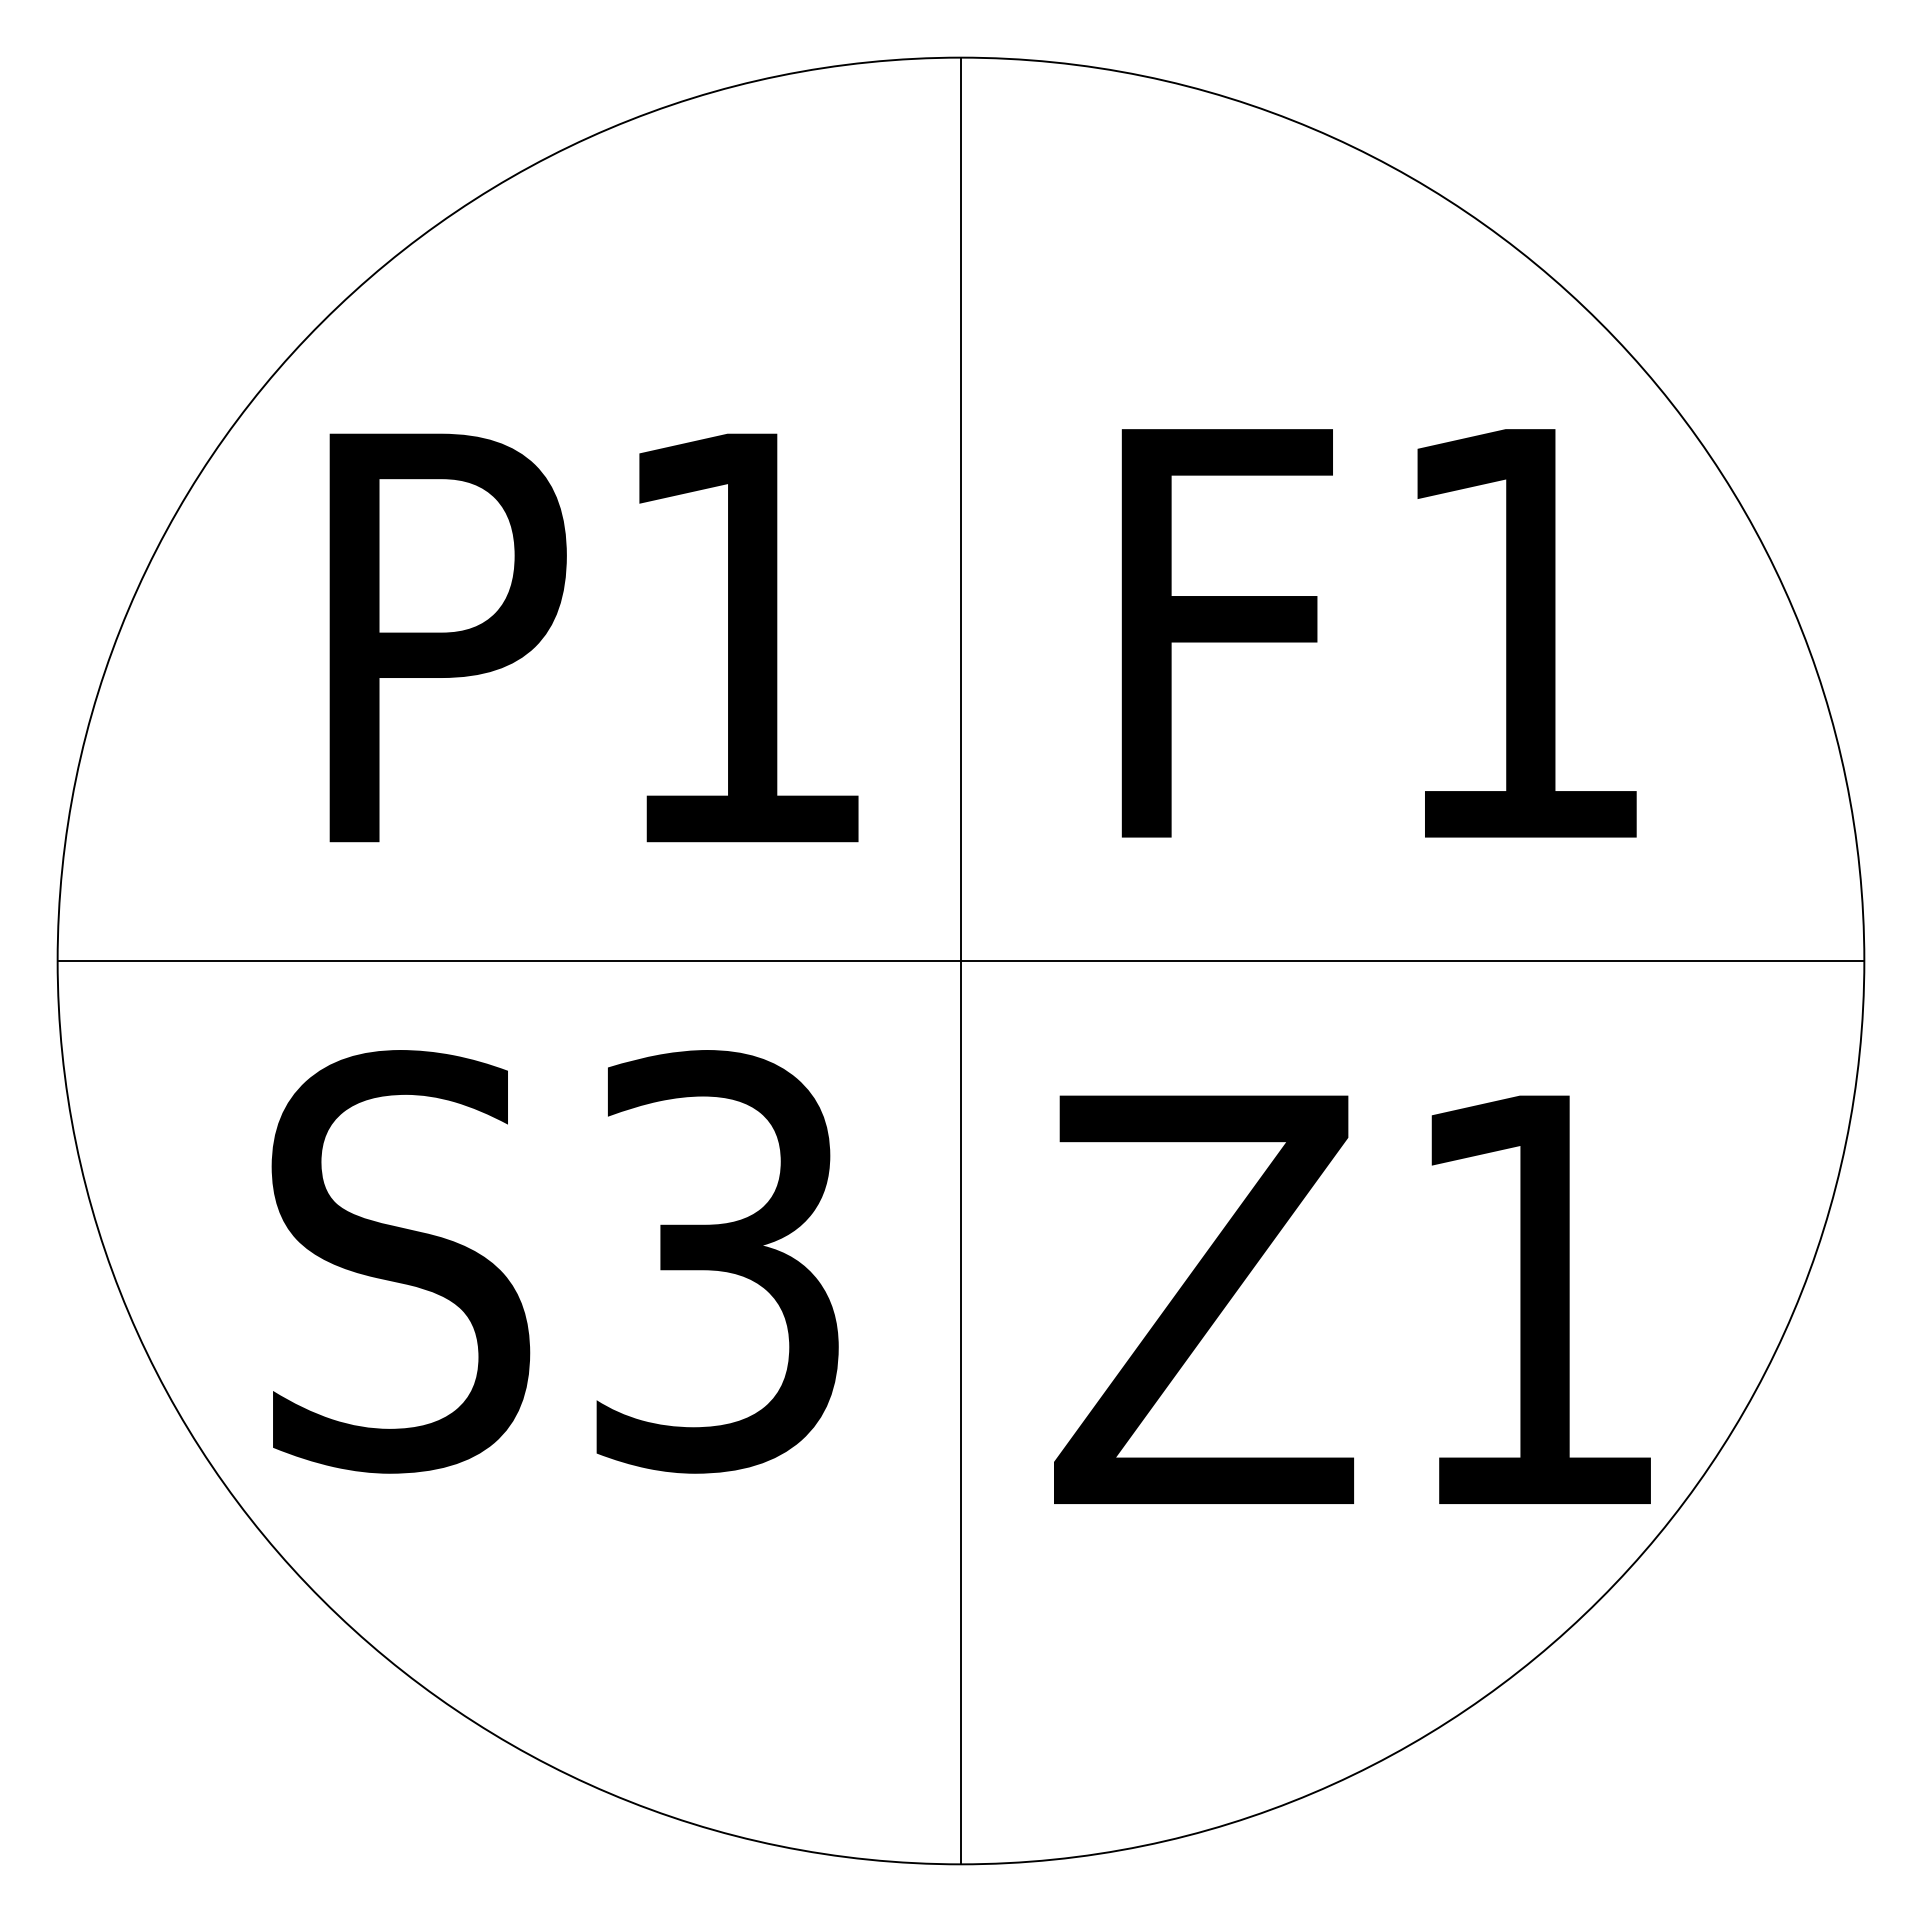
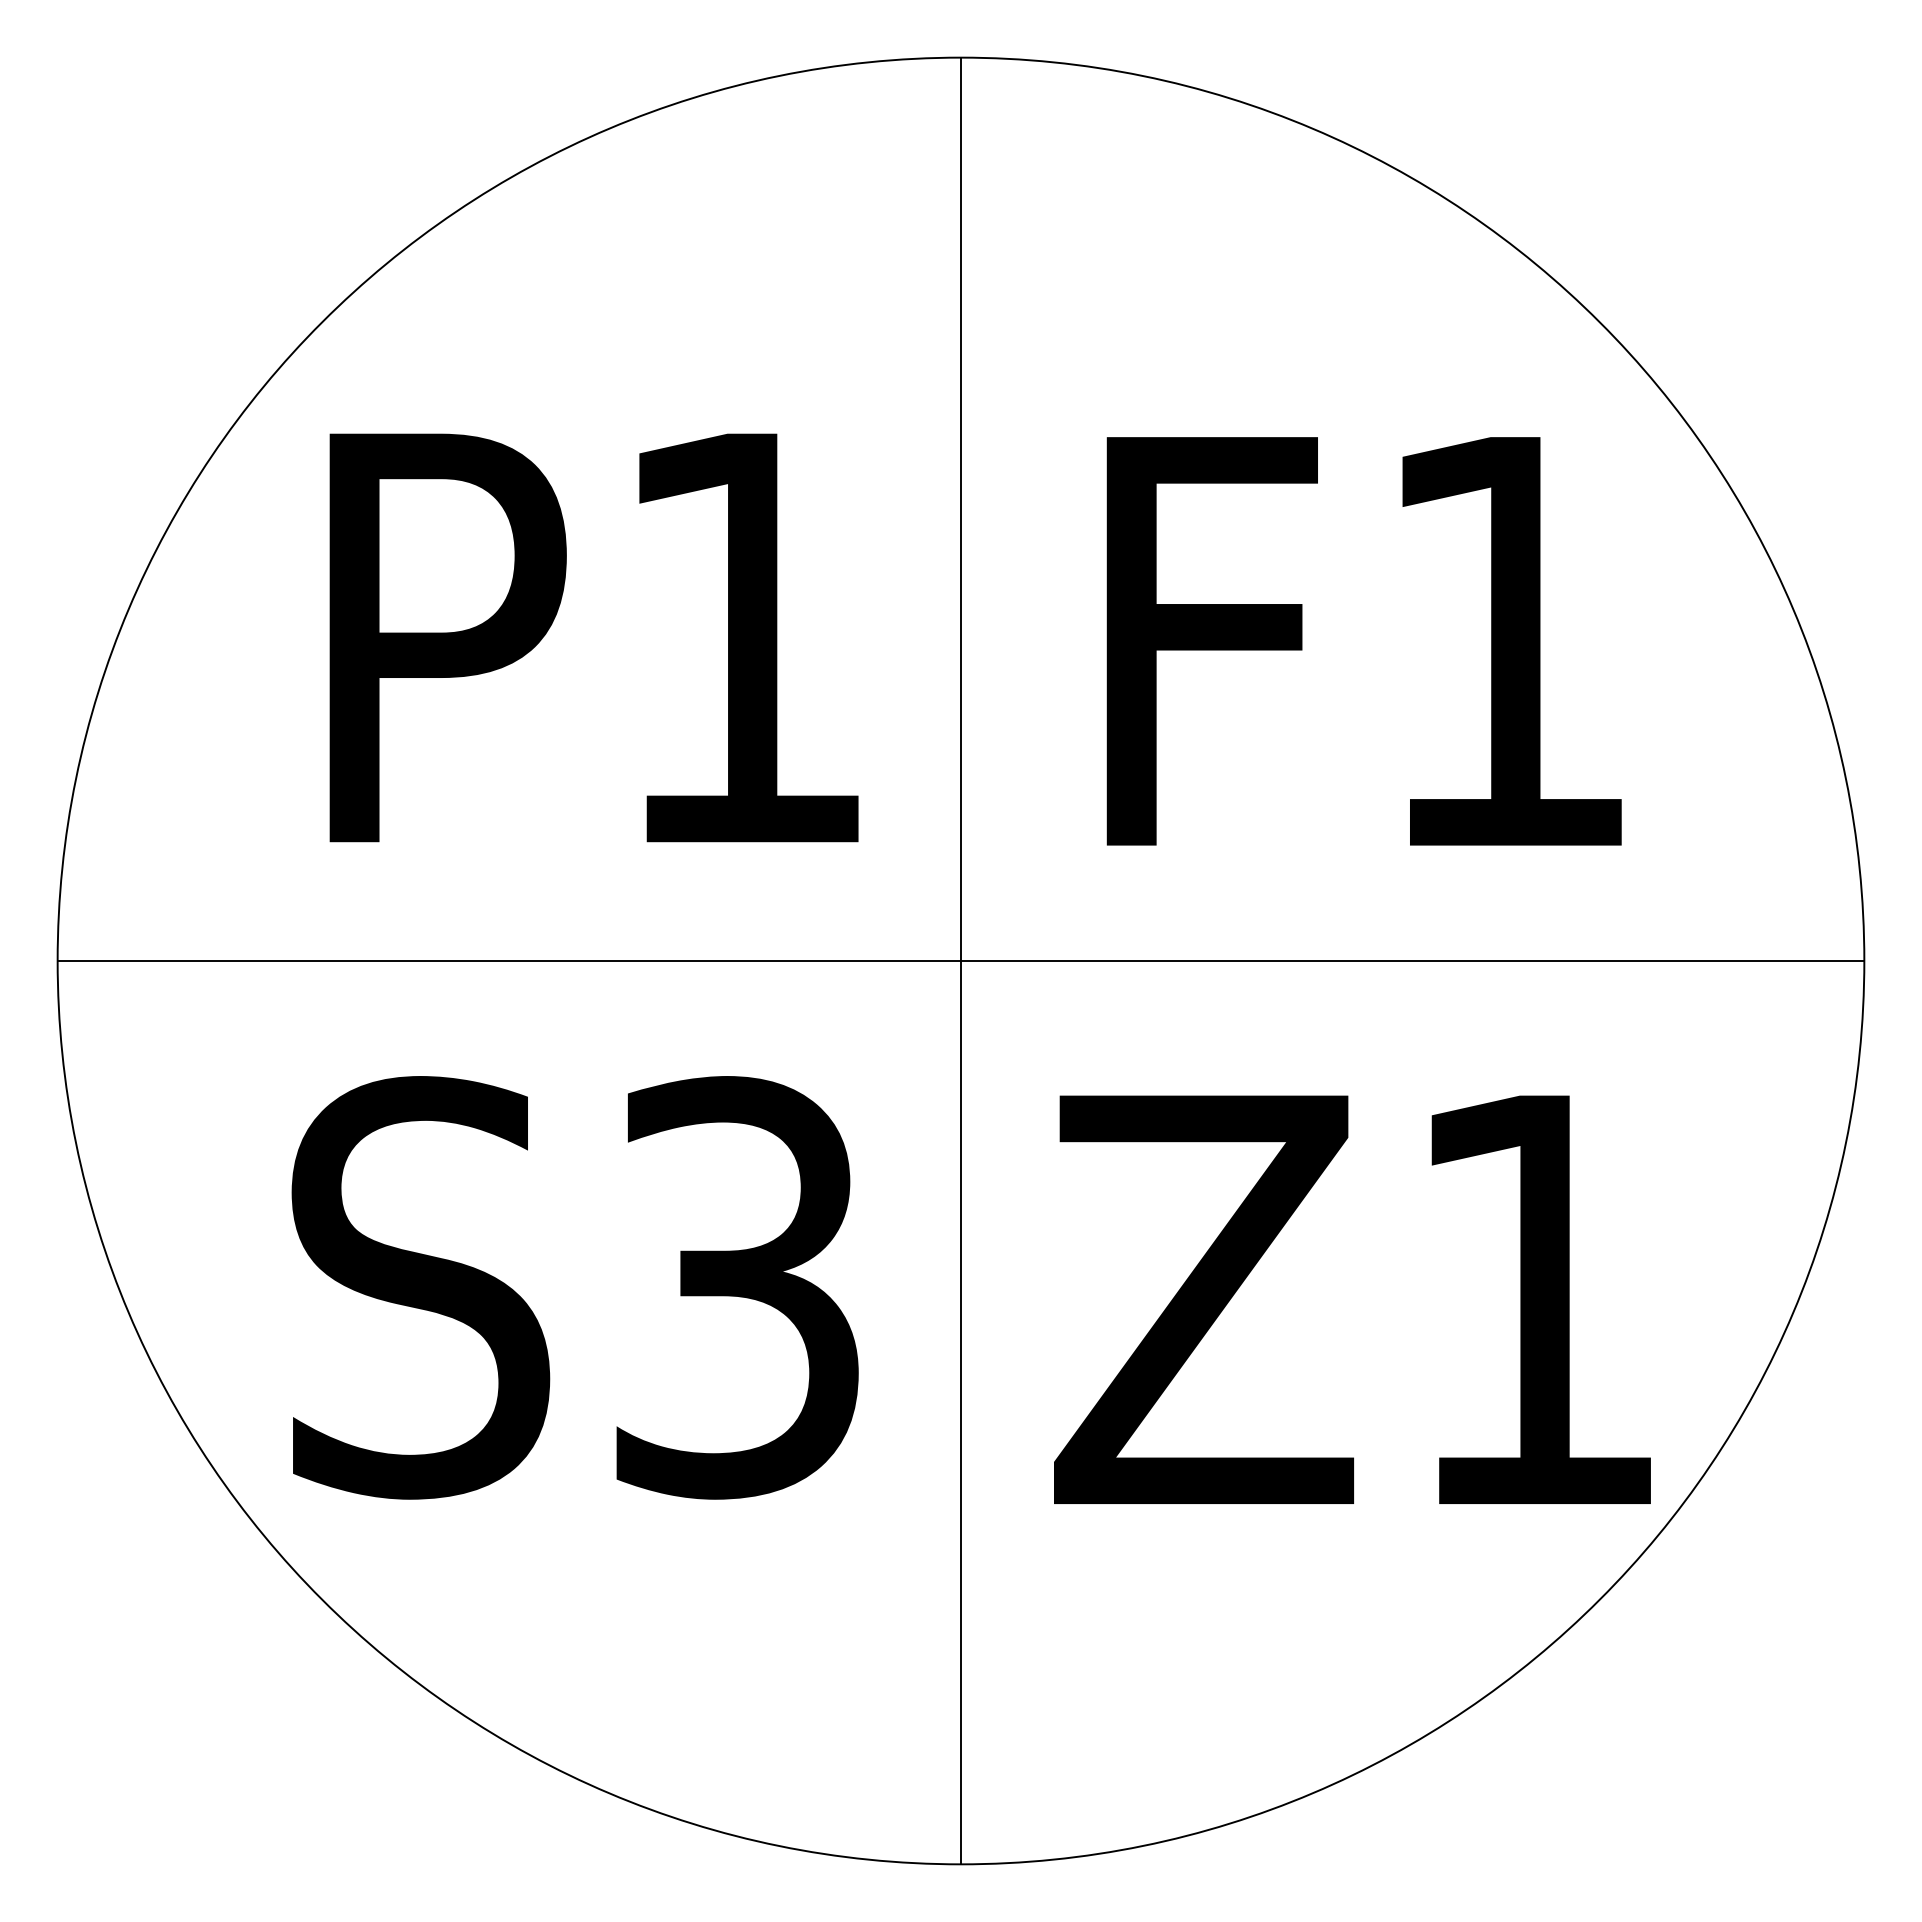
text at (1378, 633) position: (1378, 633) -> (1363, 641)
text at (554, 1261) position: (554, 1261) -> (574, 1287)
